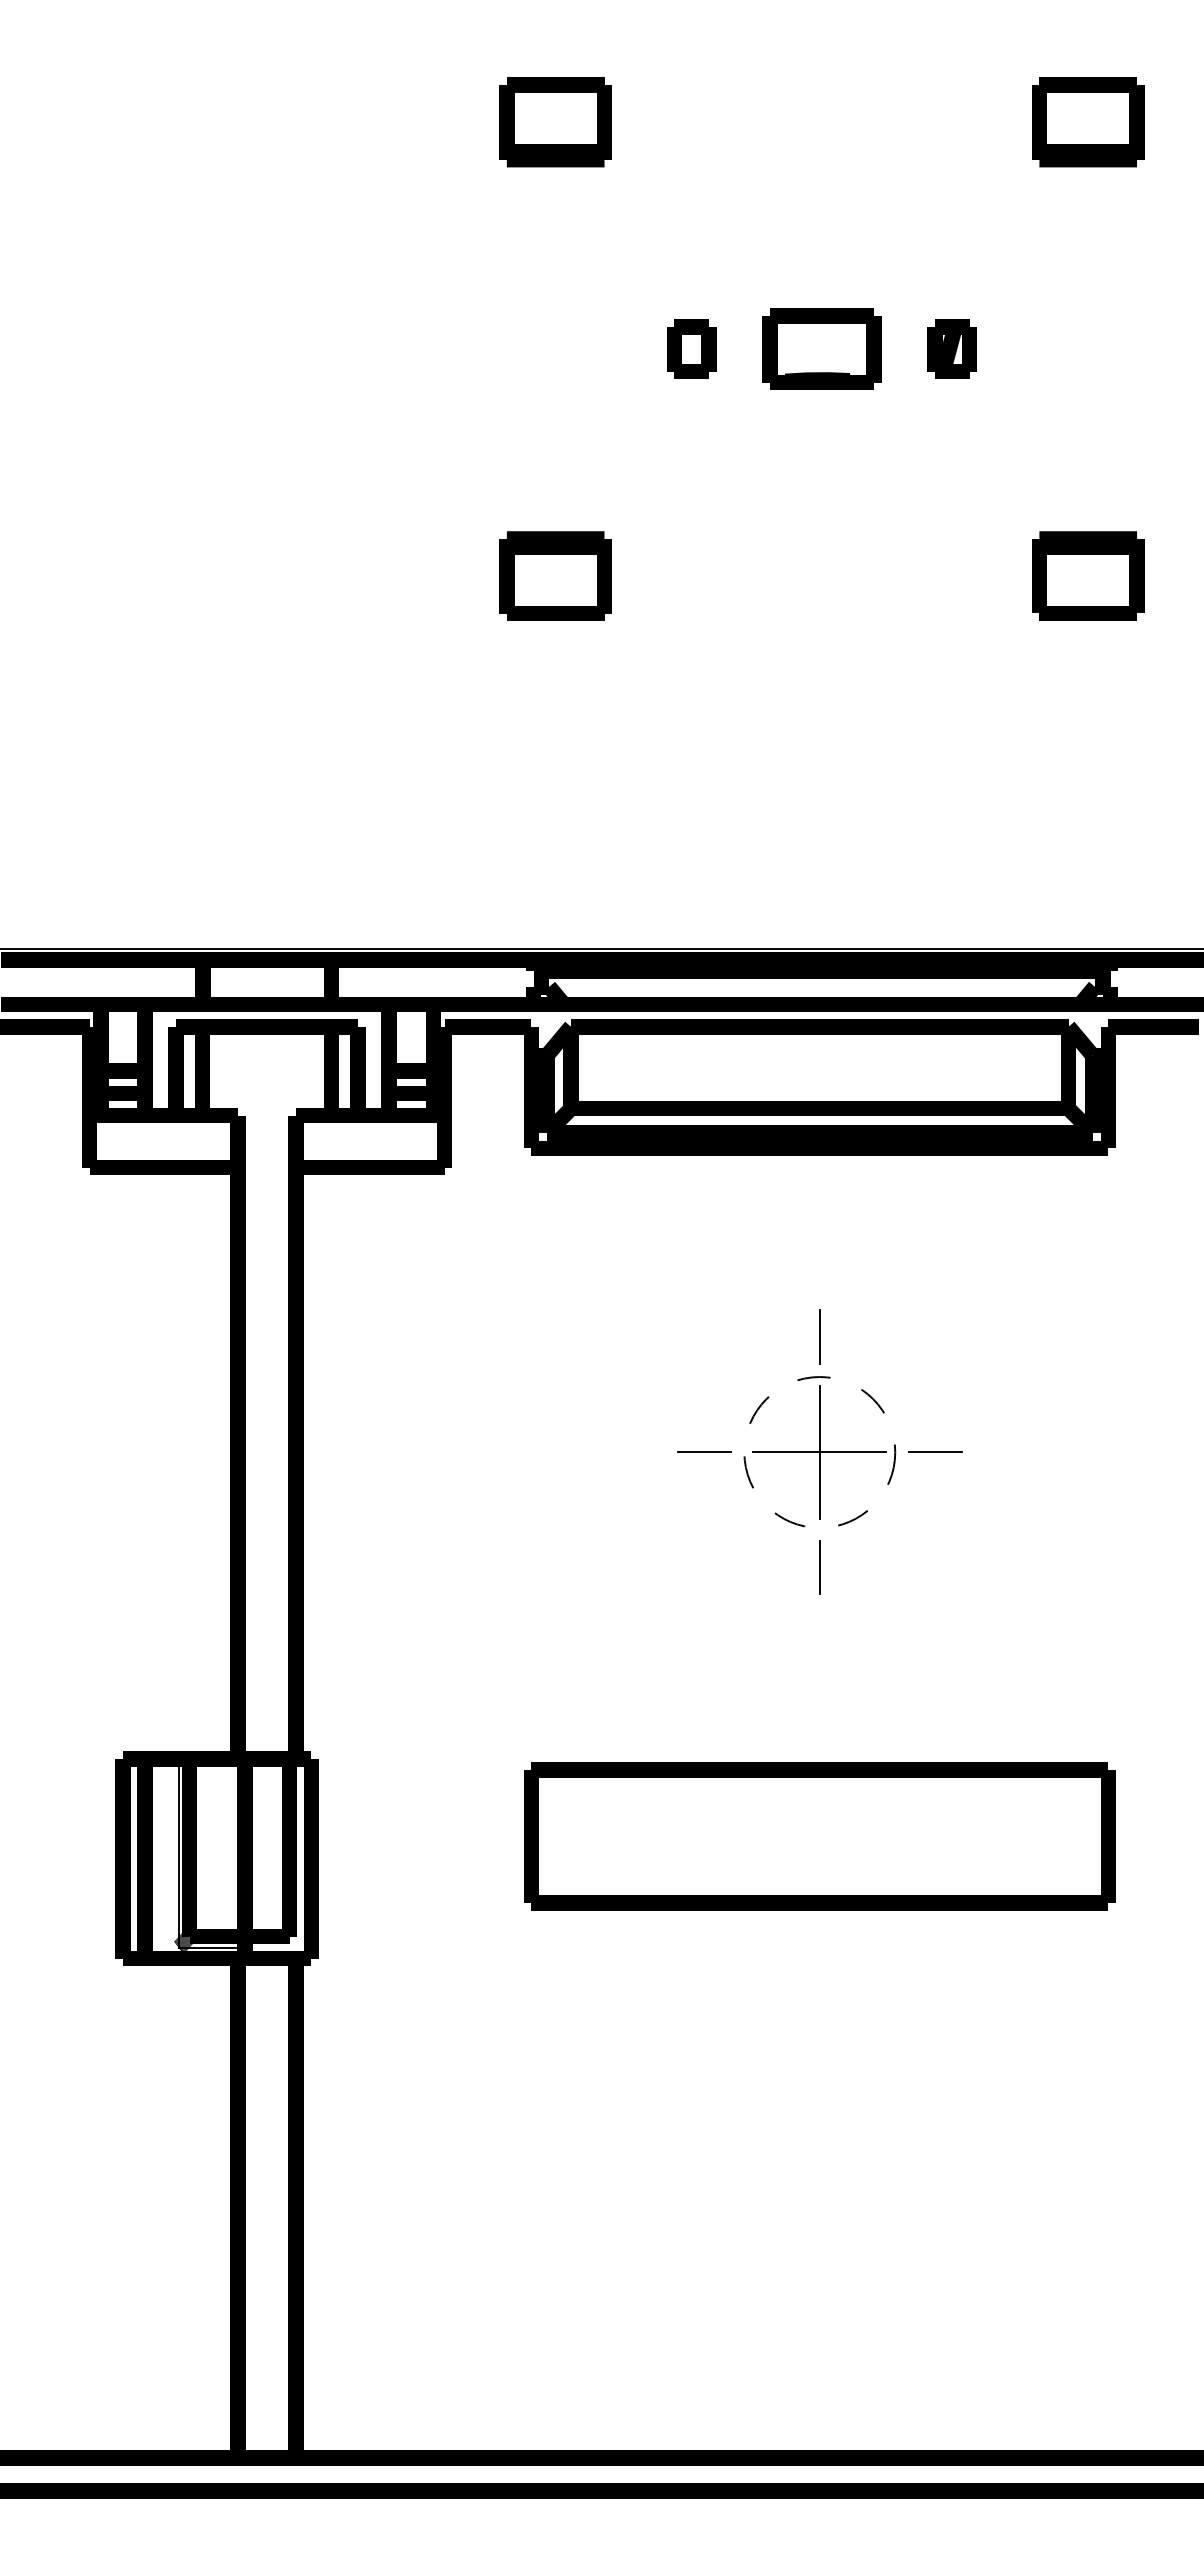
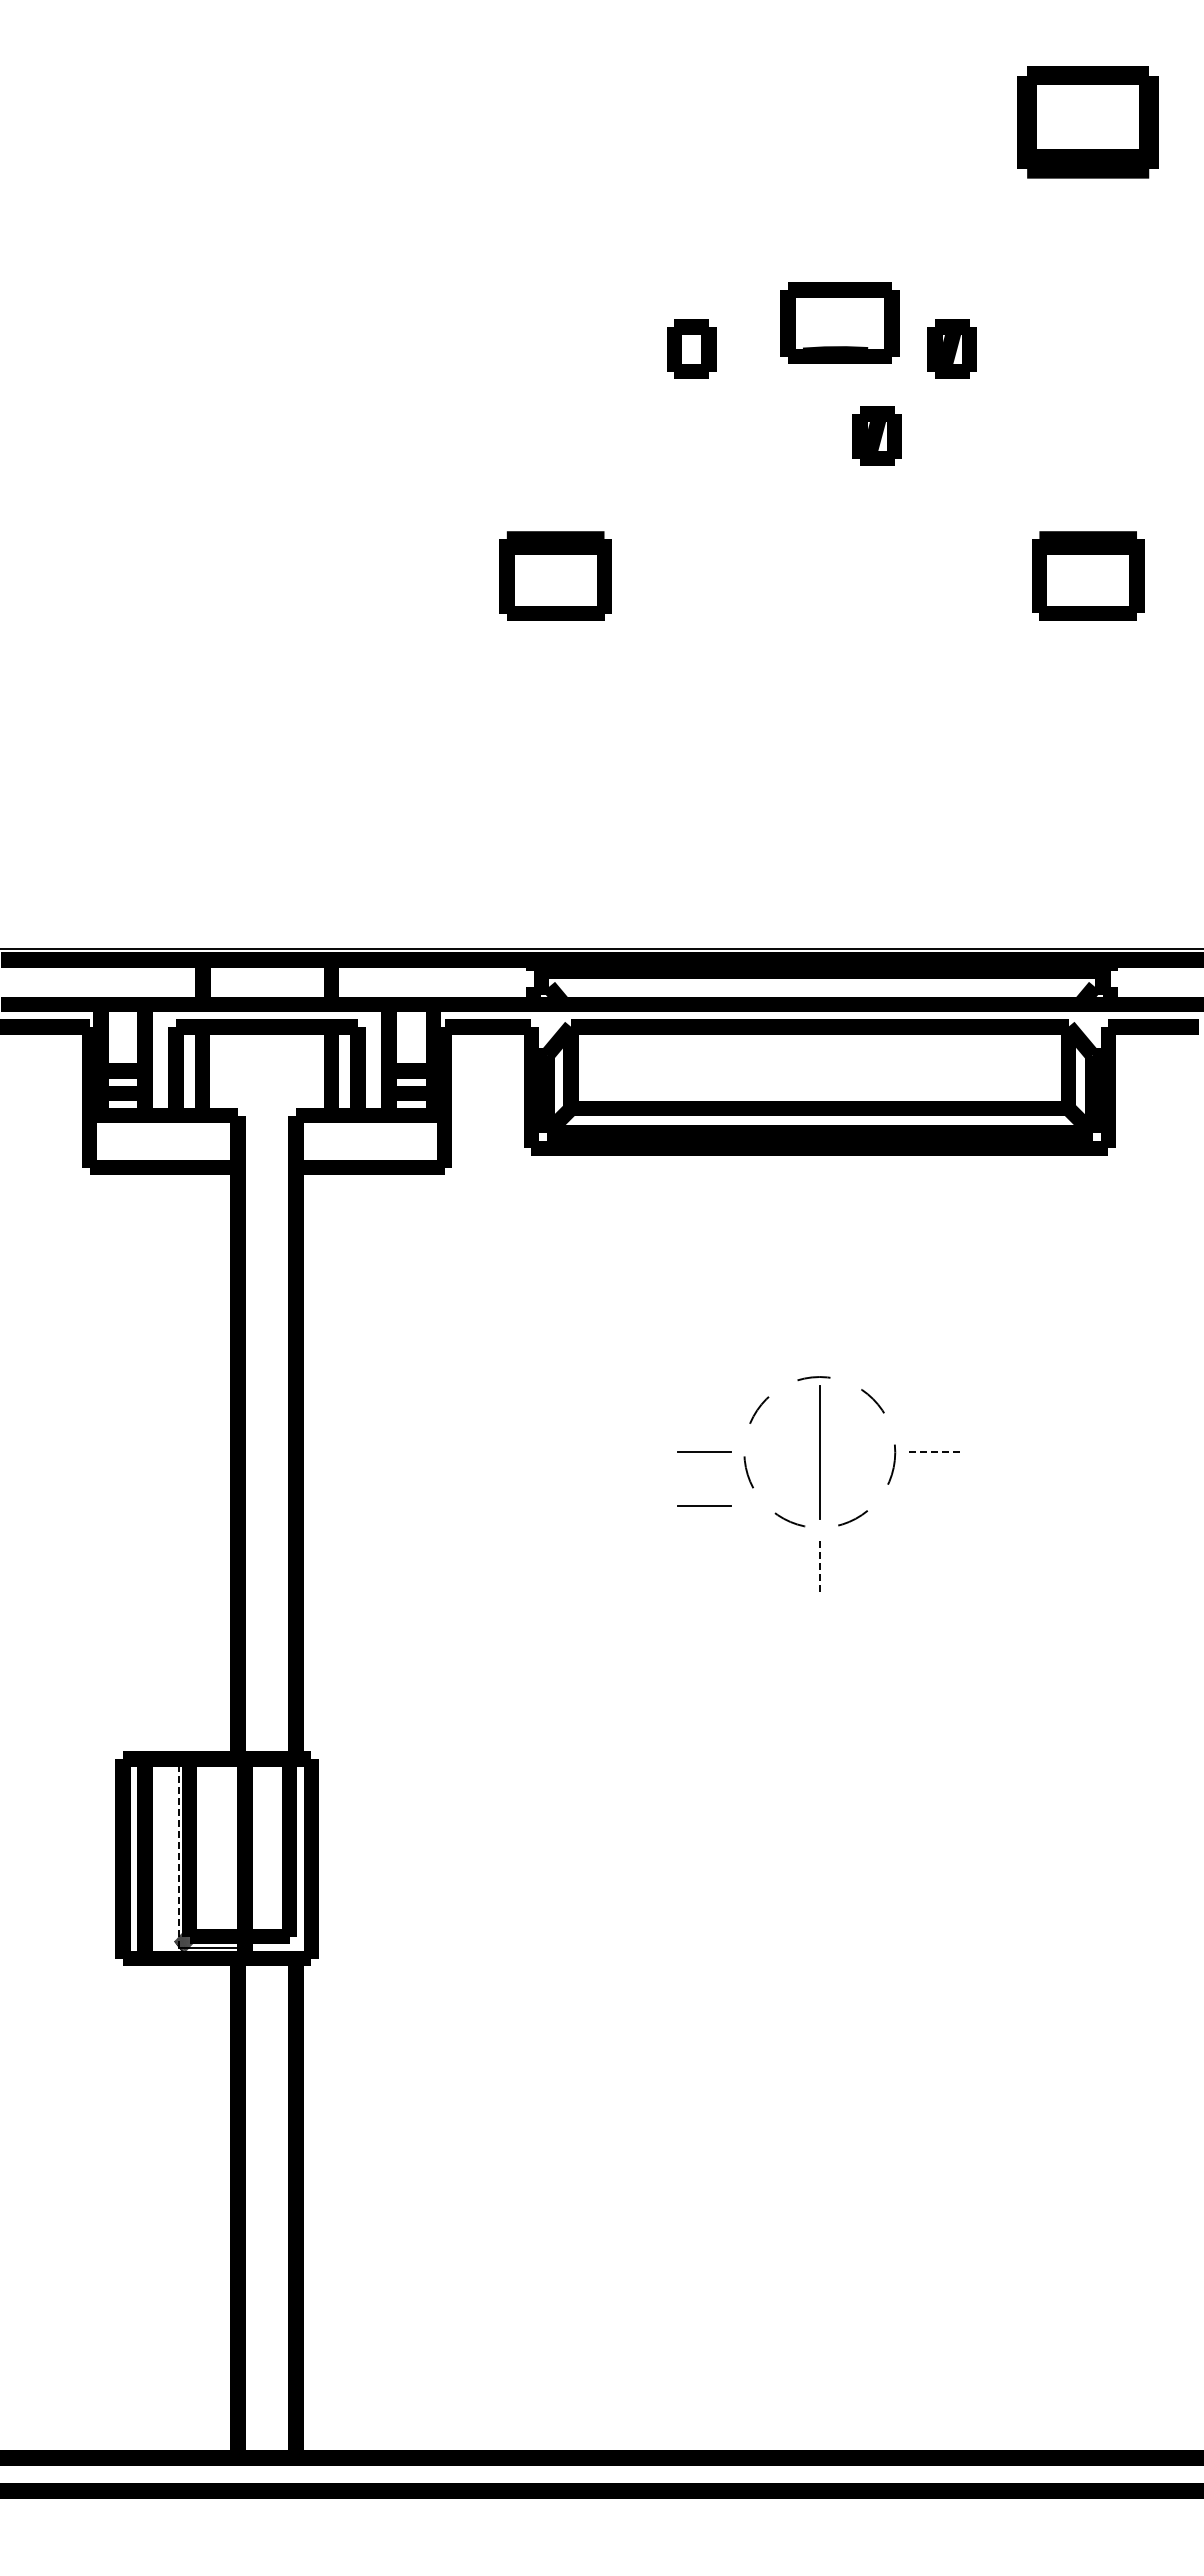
part at (555, 122): present -> none
part at (1088, 122) size: 113x91 px -> 142x113 px
part at (821, 348) position: (821, 348) -> (839, 322)
part at (876, 435): none -> present
line at (819, 1336): present -> none
line at (819, 1452): present -> none
line at (935, 1452): solid -> dashed
line at (704, 1505): none -> present
line at (819, 1567): solid -> dashed
part at (819, 1836): present -> none
line at (178, 1852): solid -> dashed
